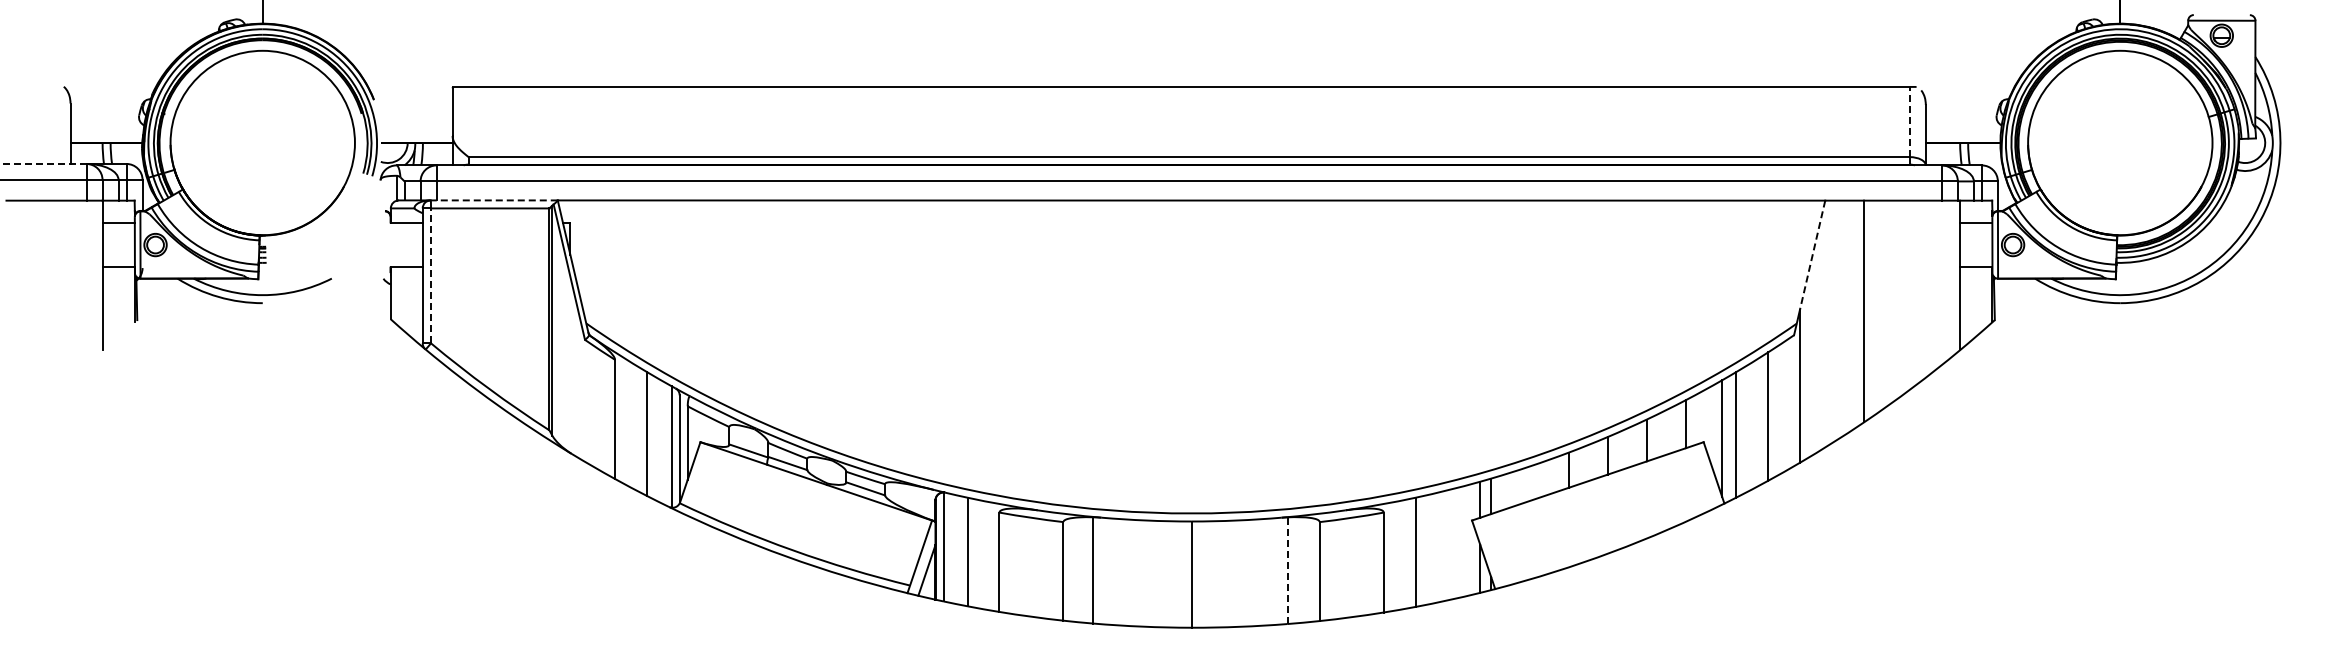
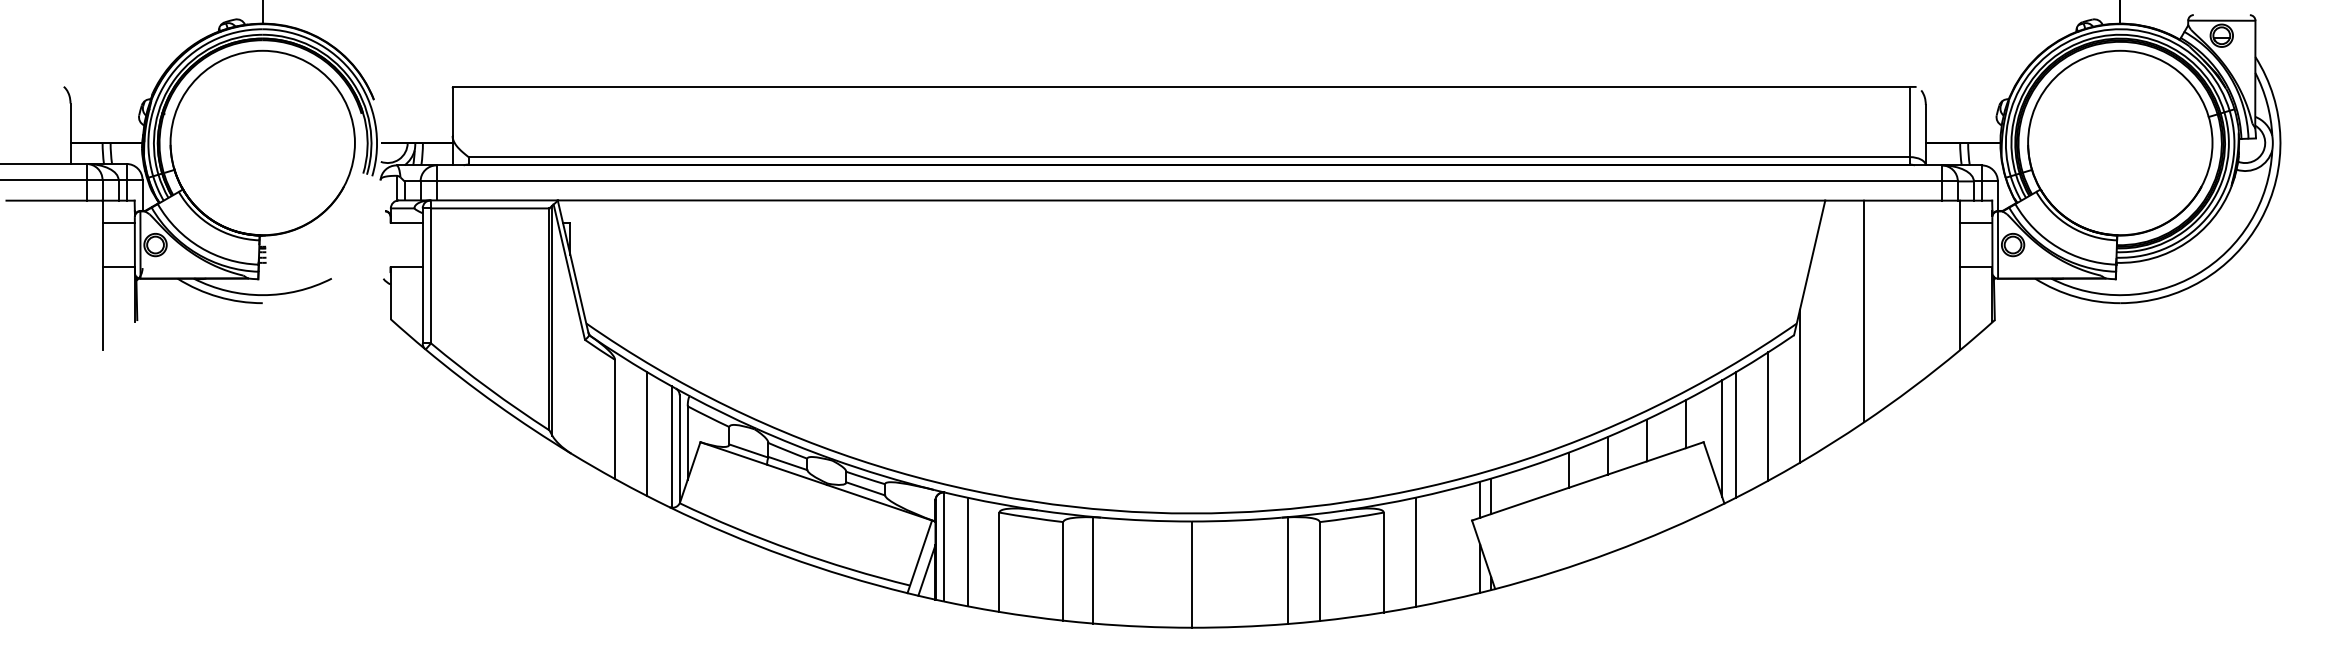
line at (1909, 121): dashed -> solid
line at (43, 163): dashed -> solid
line at (494, 200): dashed -> solid
line at (1812, 255): dashed -> solid
line at (431, 275): dashed -> solid
line at (1287, 570): dashed -> solid
